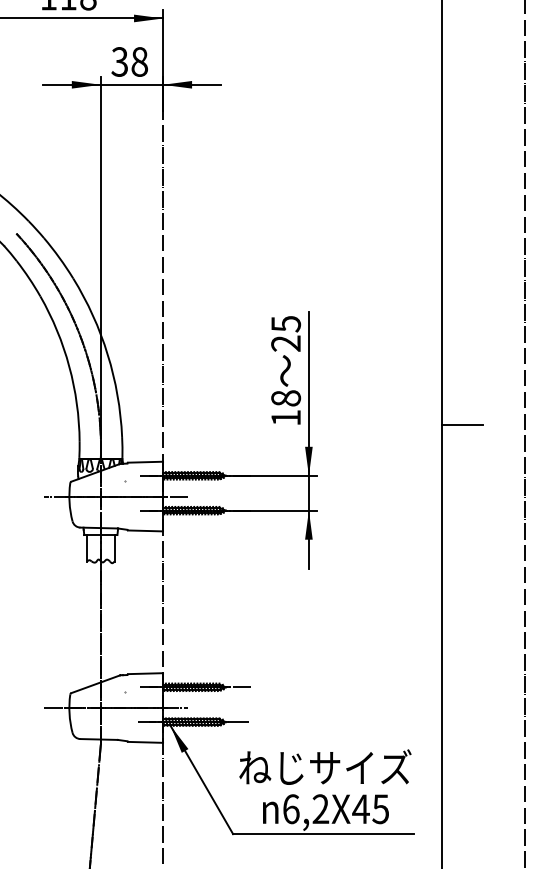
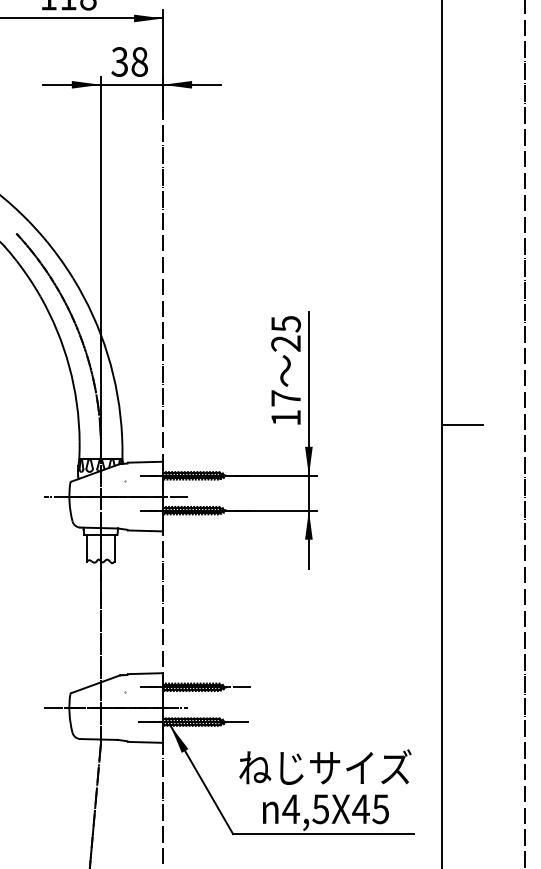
text at (286, 398): 18 -> 17
text at (305, 809): 6,2X45 -> 4,5X45
